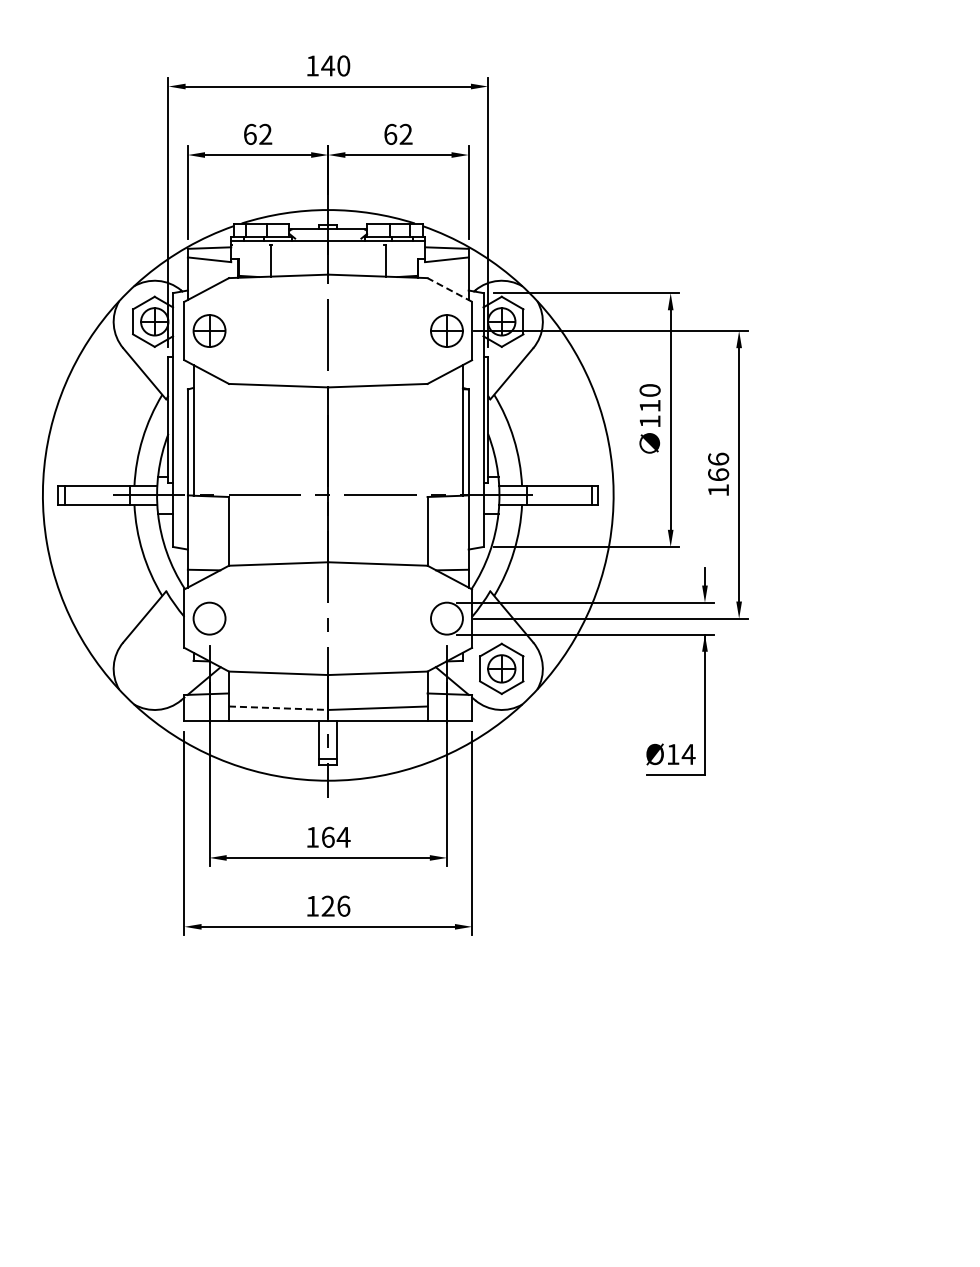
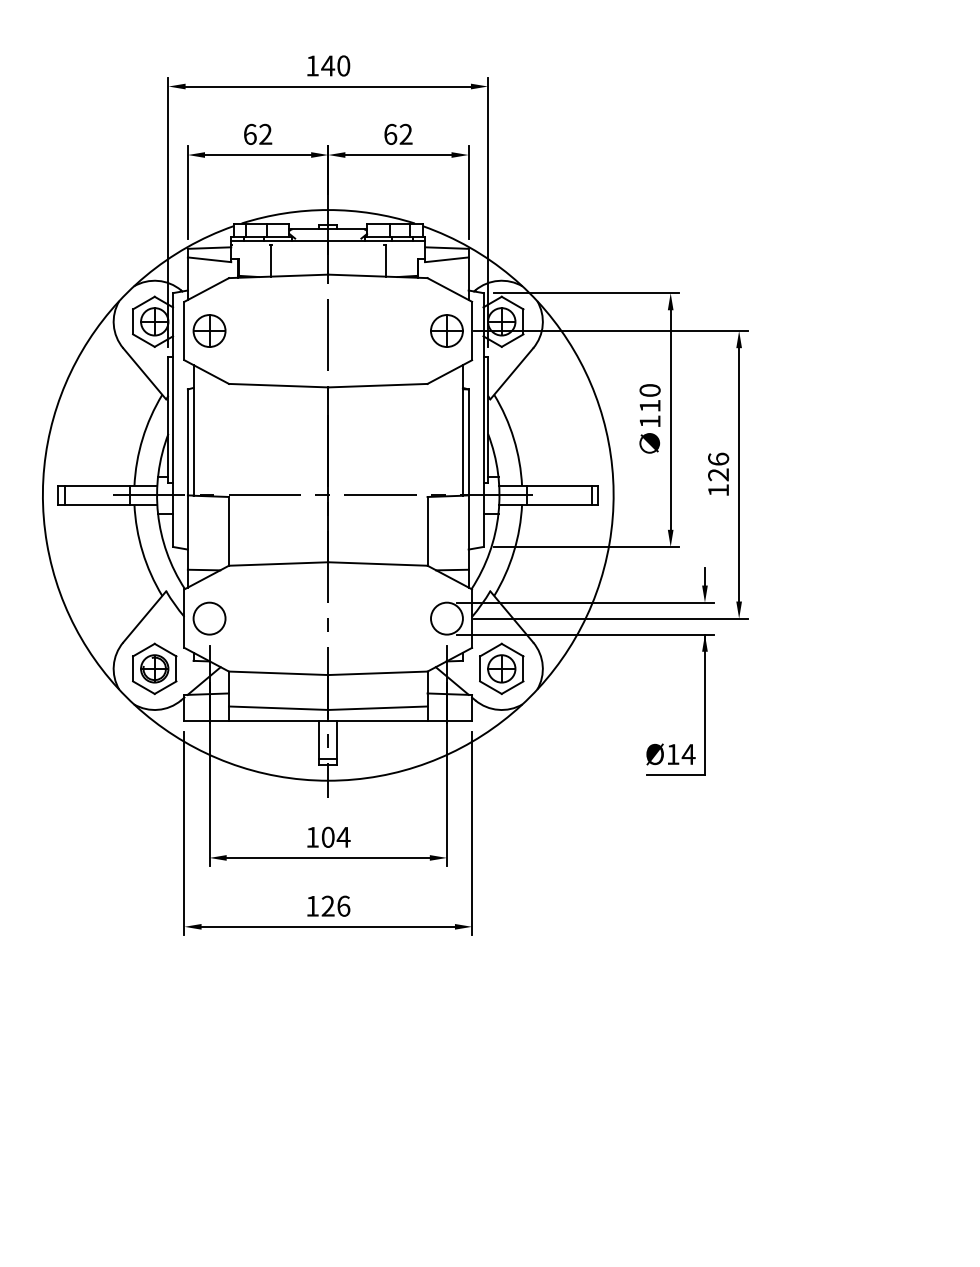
line at (449, 289): dashed -> solid
text at (718, 474): 166 -> 126
part at (154, 668): none -> present
line at (278, 708): dashed -> solid
text at (328, 836): 164 -> 104
